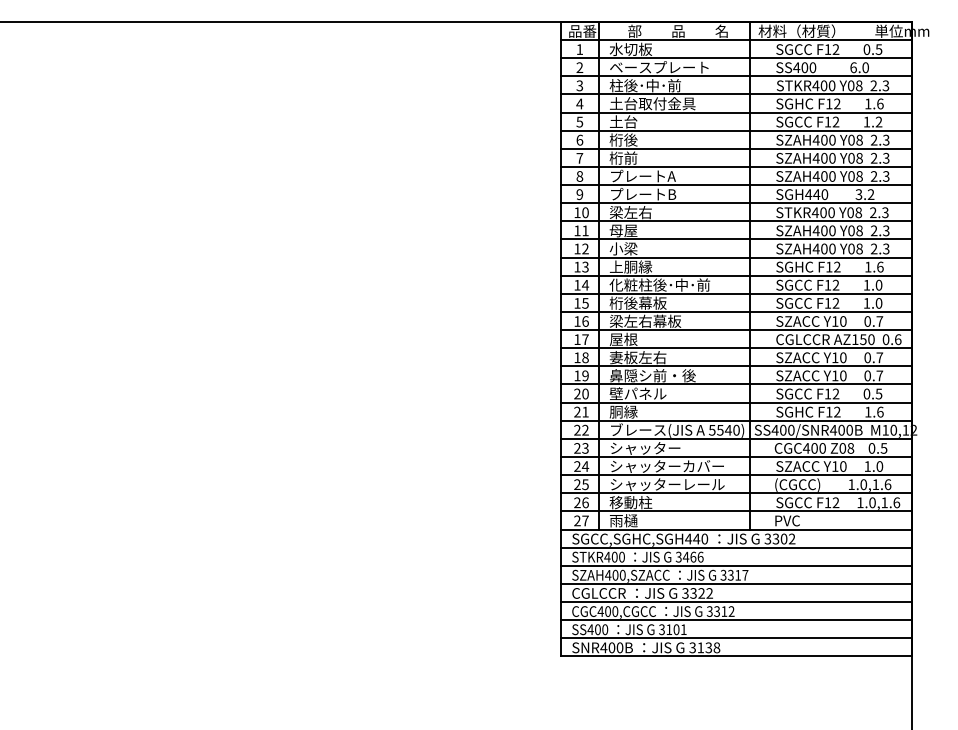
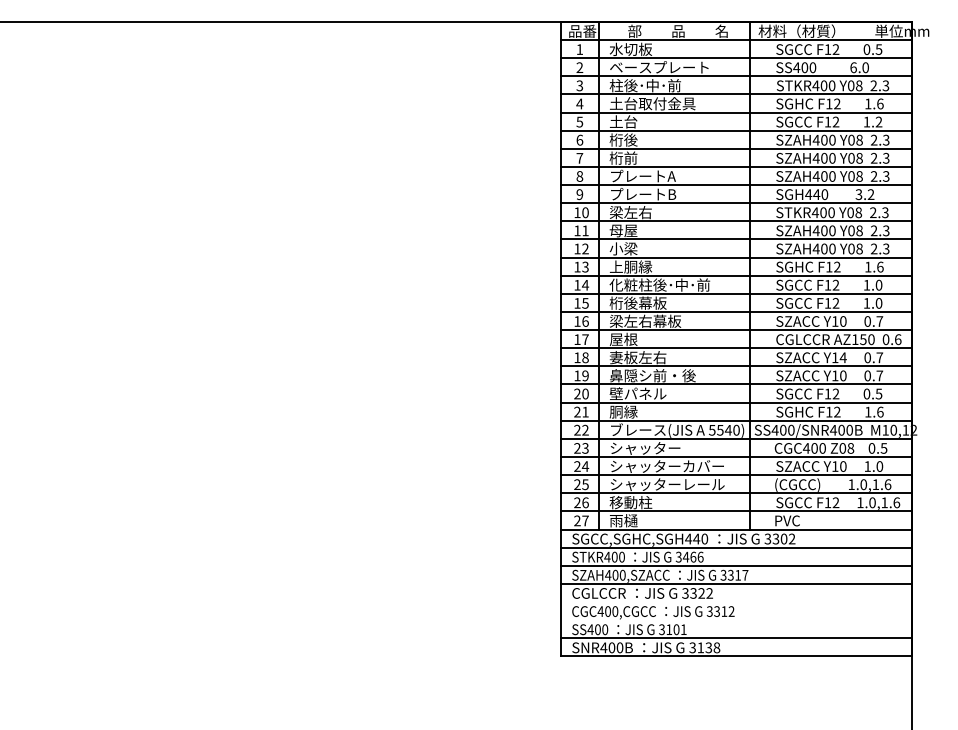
text at (842, 357): Y10 -> Y14
line at (736, 602): present -> none
line at (736, 620): present -> none
